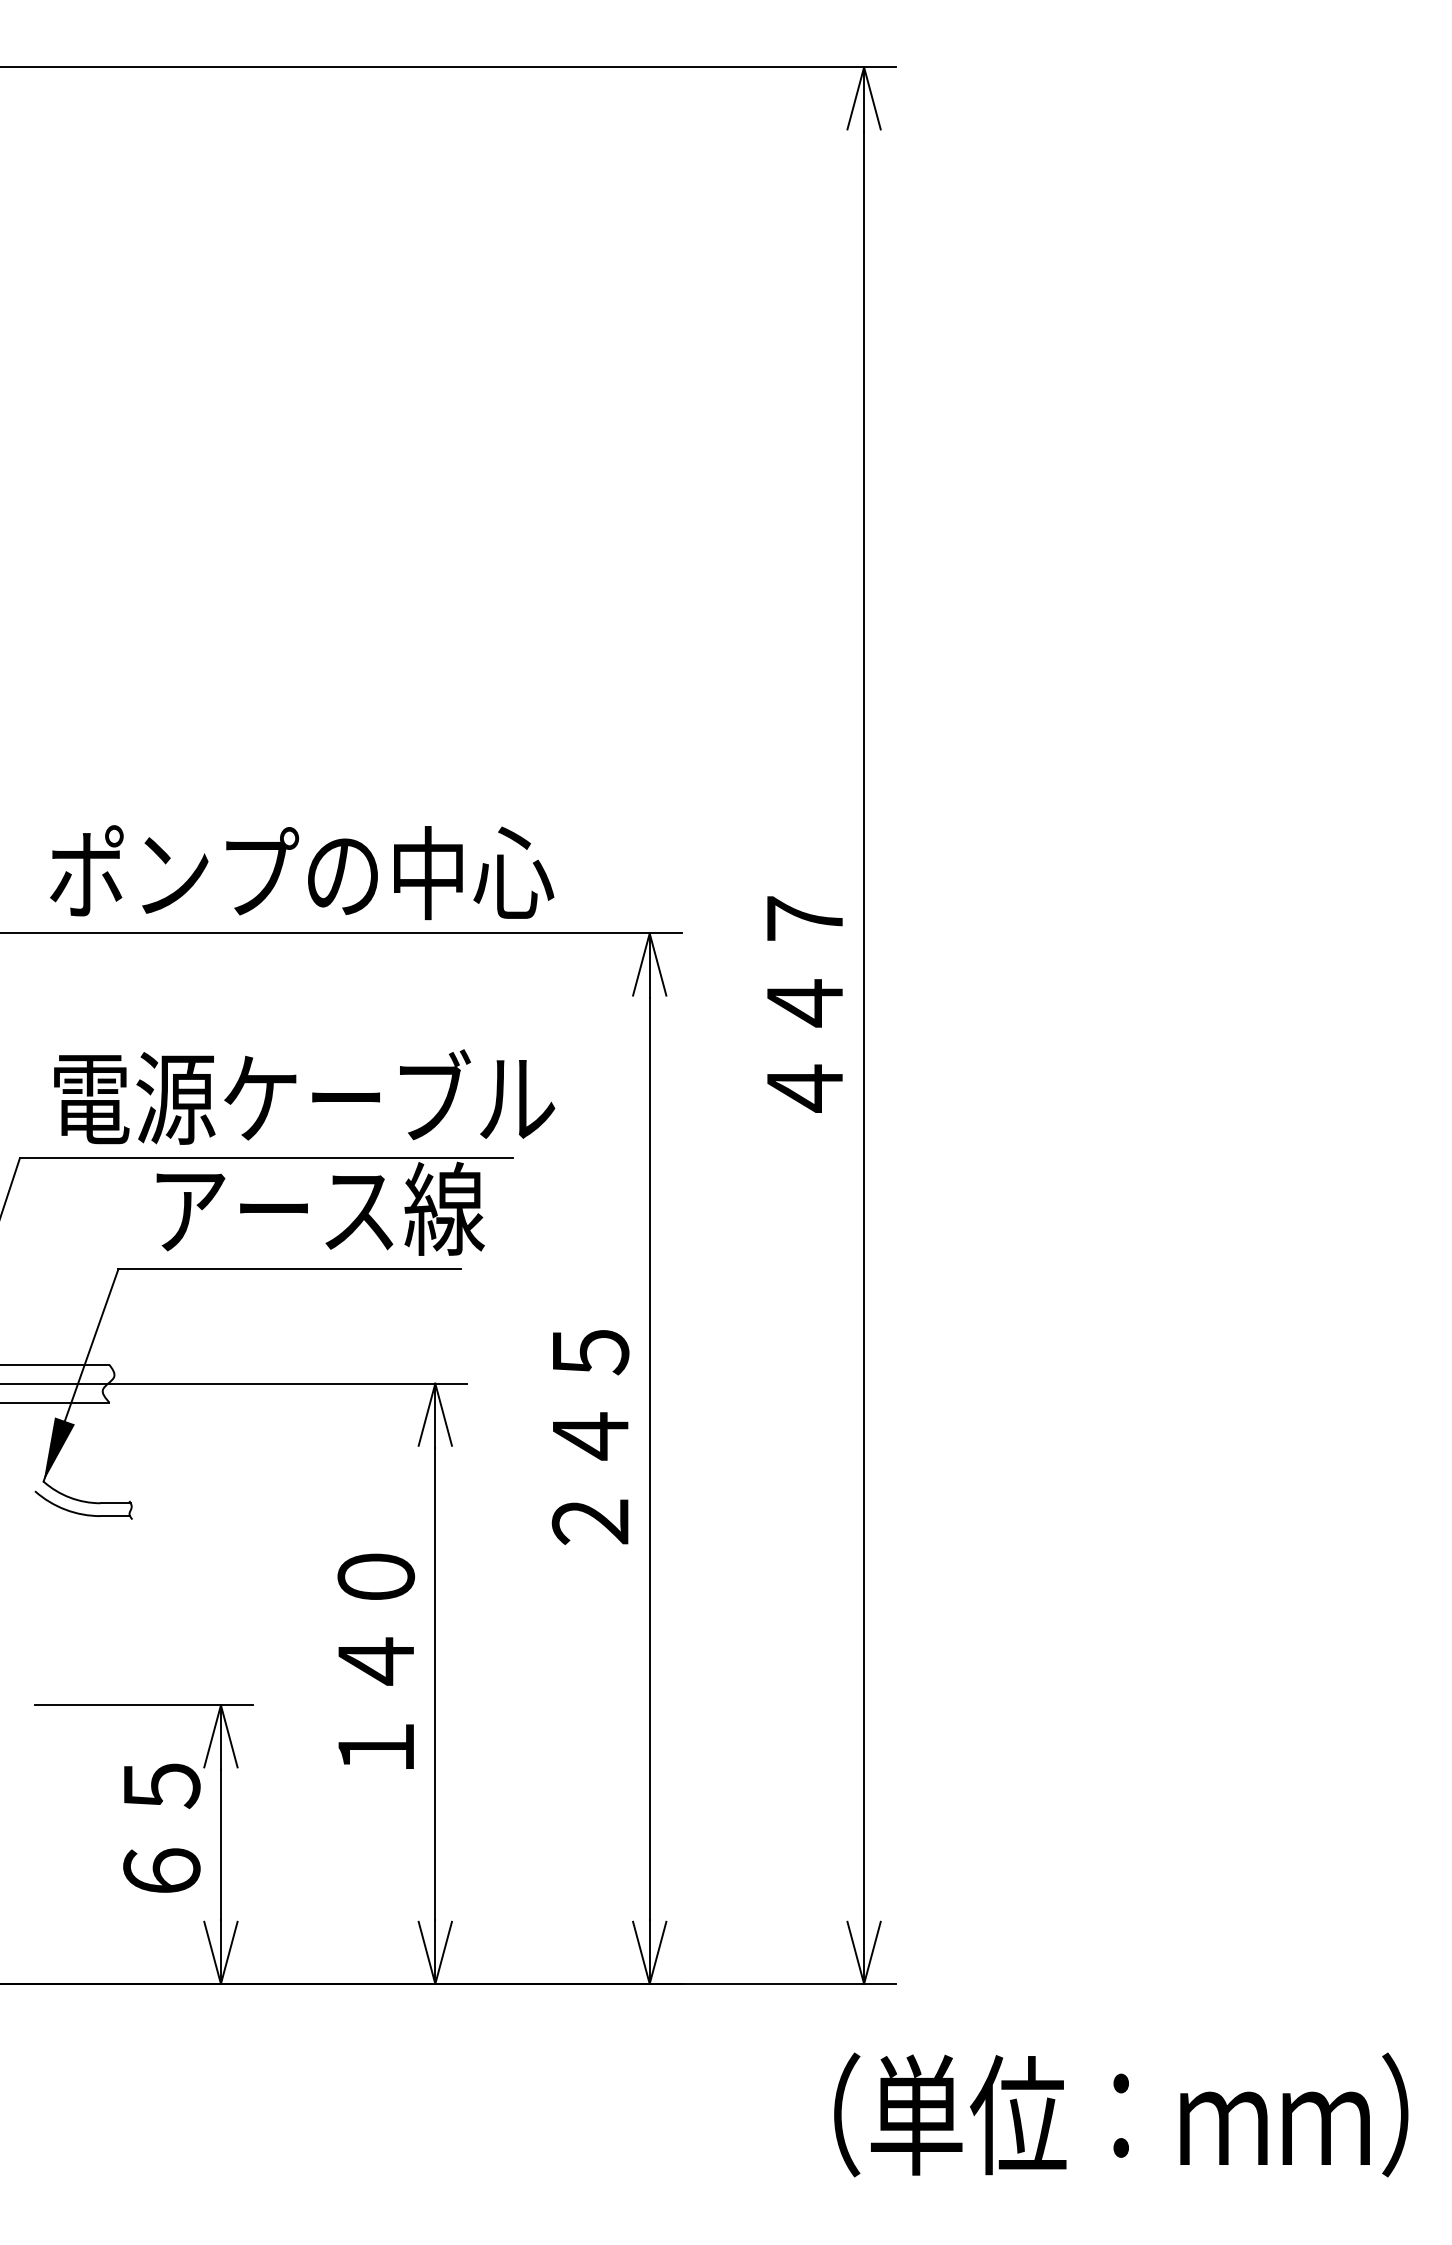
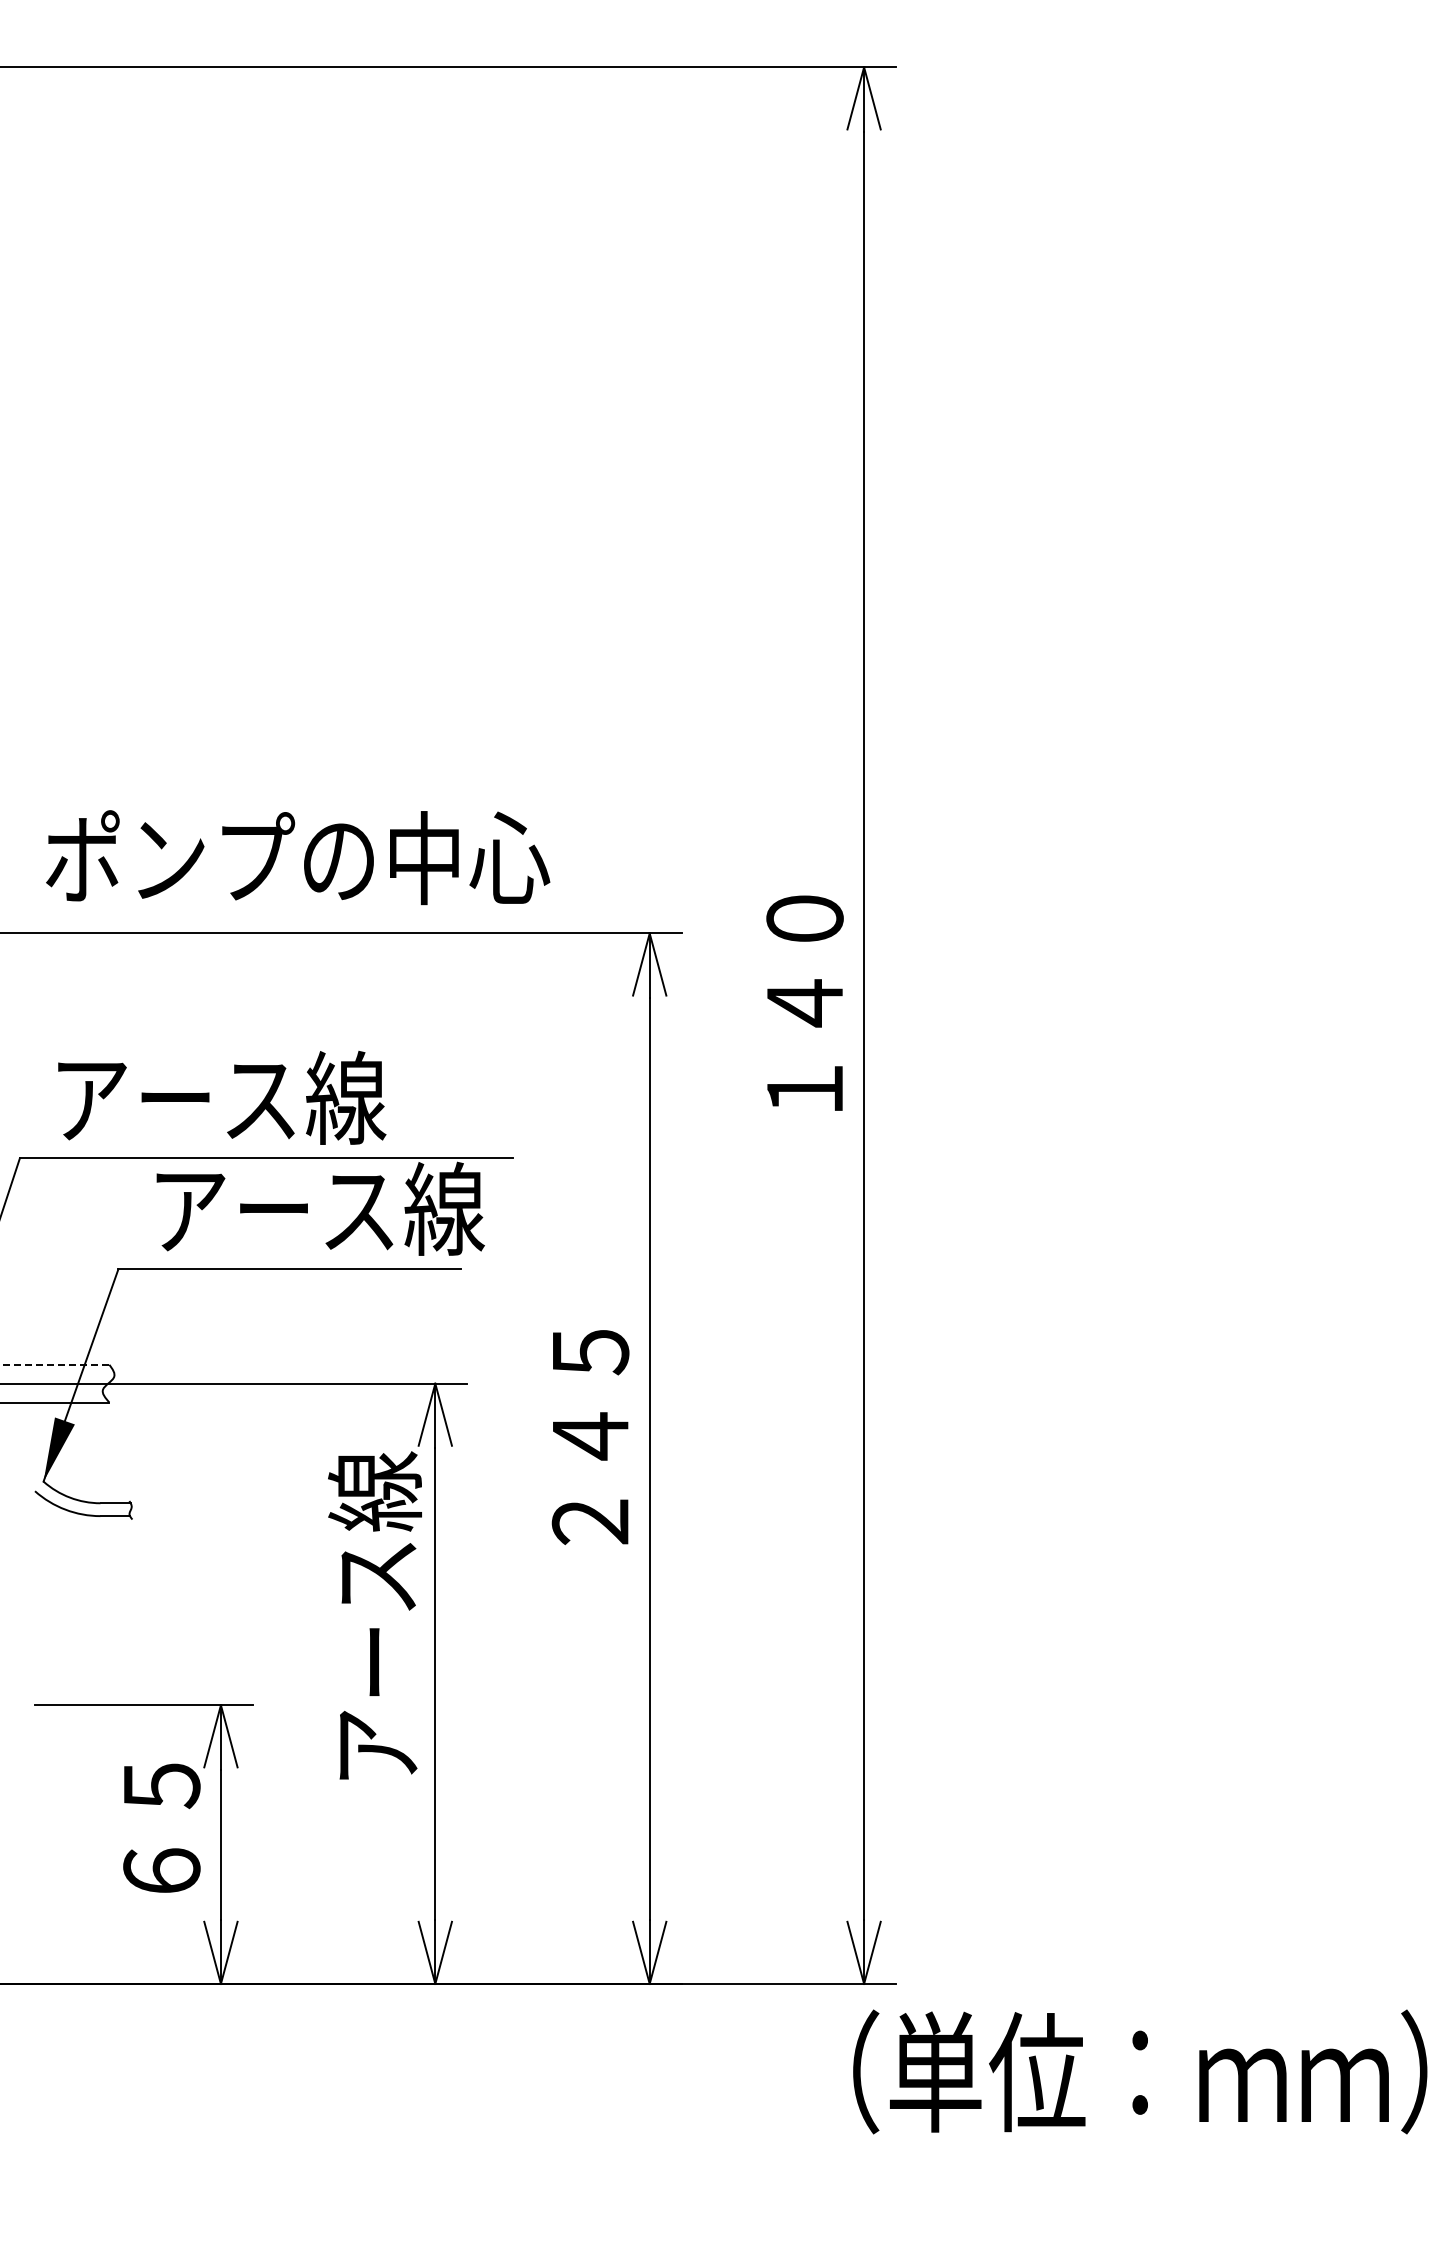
text at (302, 872) position: (302, 872) -> (298, 857)
text at (804, 1003): ４４７ -> １４０
text at (304, 1096): 電源ケーブル -> アース線
line at (54, 1364): solid -> dashed
text at (374, 1615): １４０ -> アース線
text at (1121, 2114) position: (1121, 2114) -> (1140, 2071)
